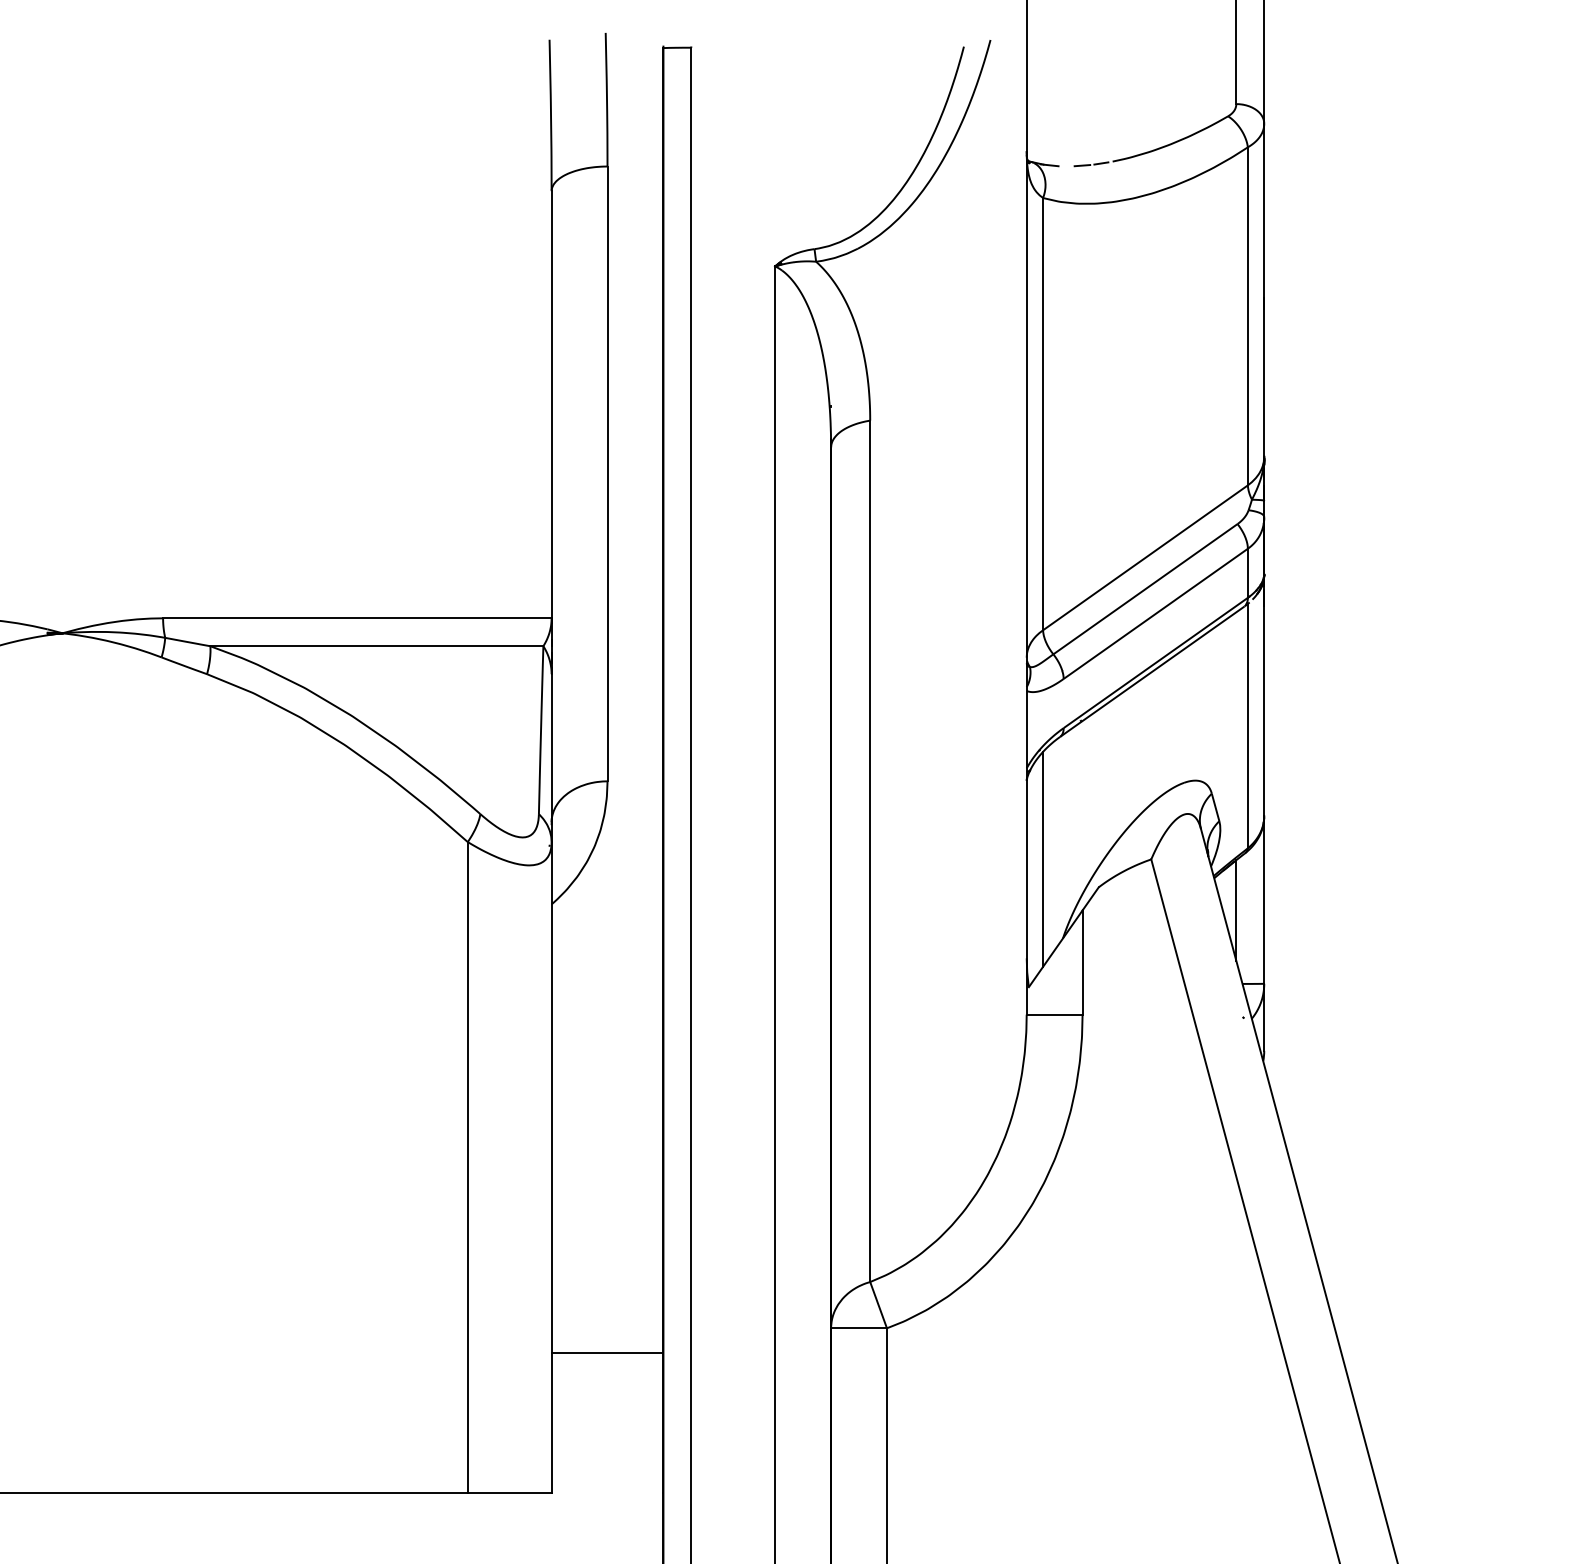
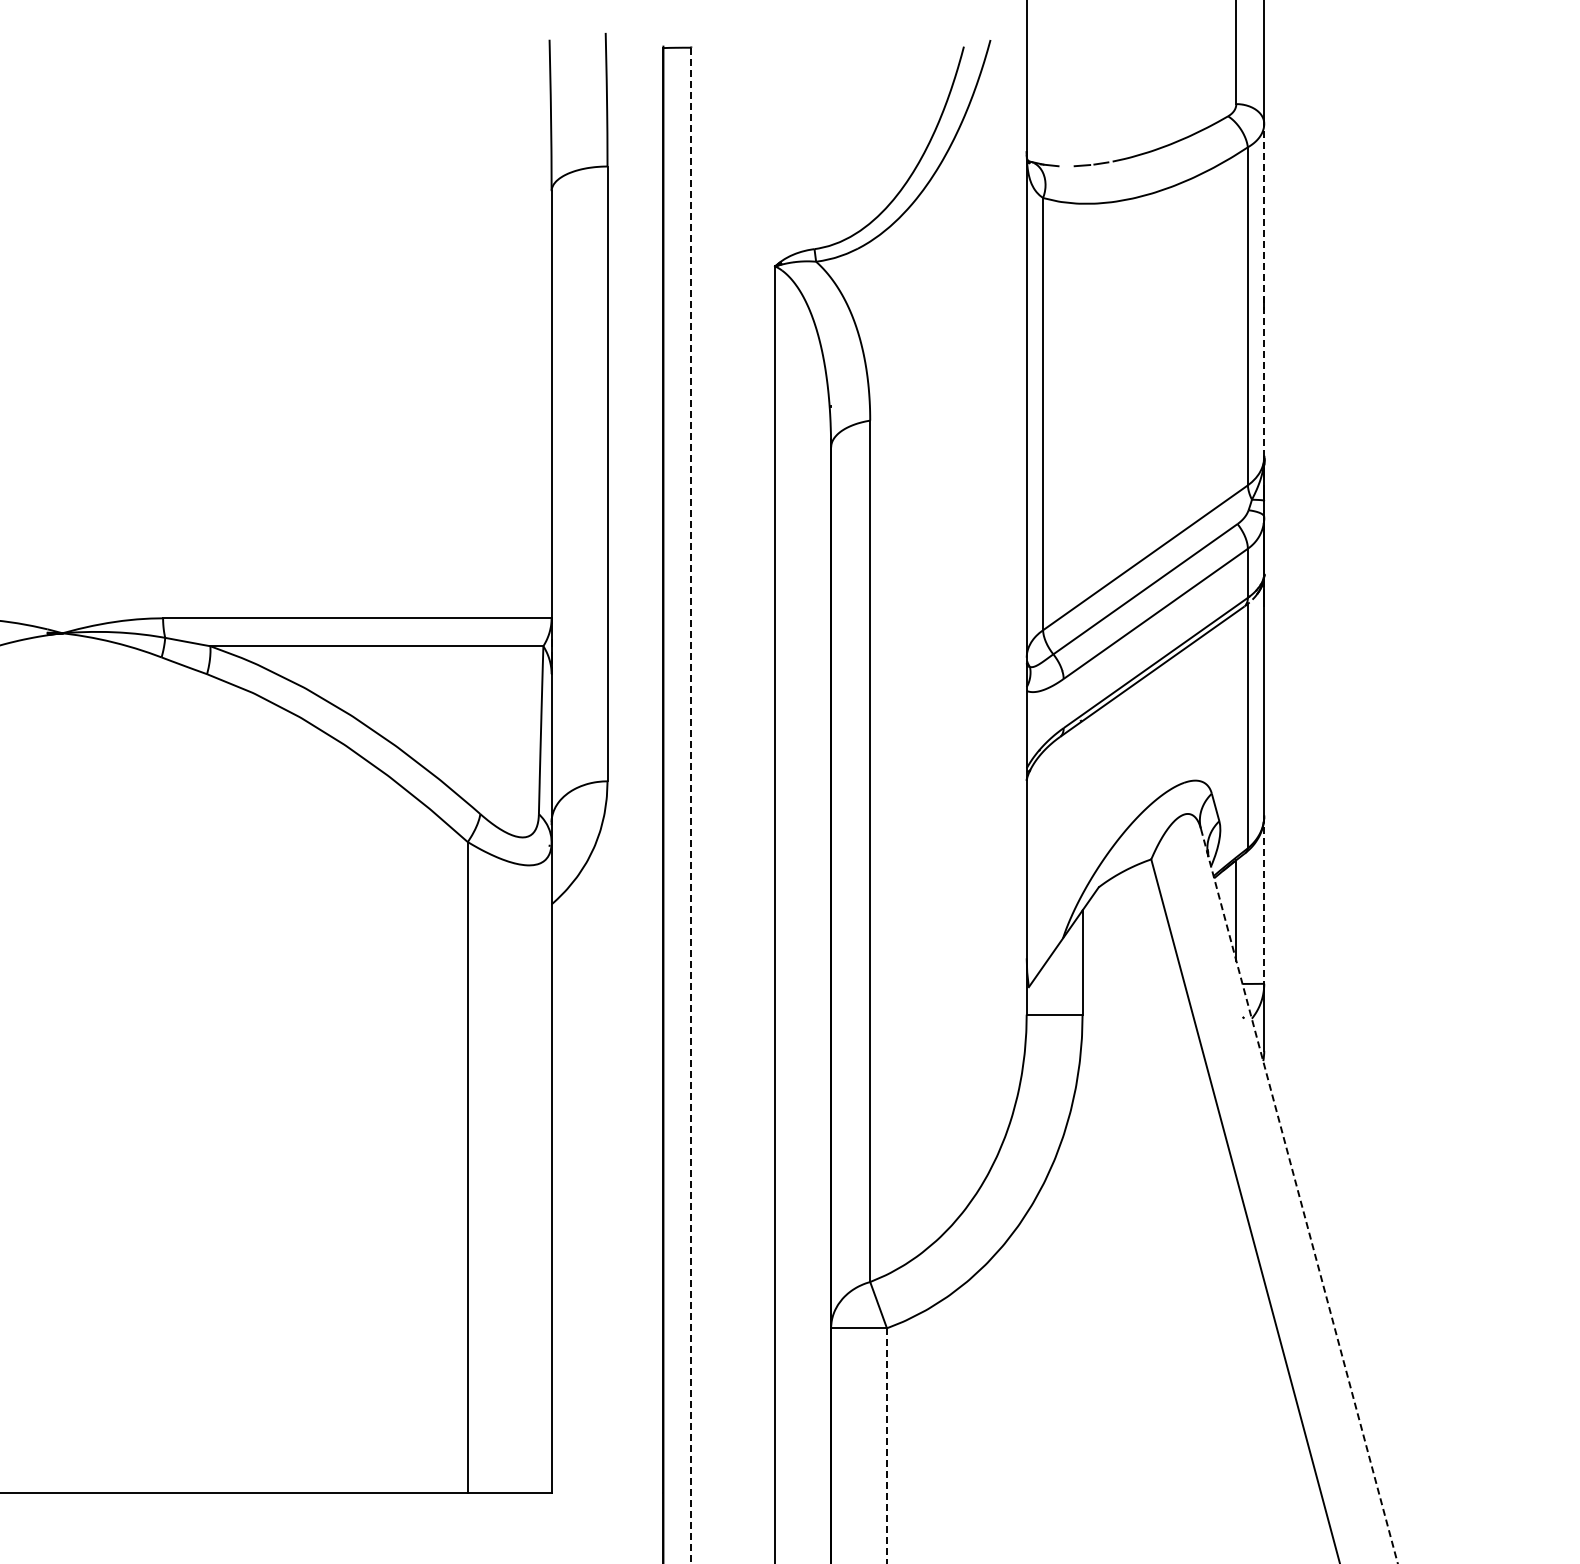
line at (1264, 290): solid -> dashed
line at (691, 805): solid -> dashed
line at (1043, 858): present -> none
line at (1264, 900): solid -> dashed
line at (1299, 1196): solid -> dashed
line at (607, 1353): present -> none
line at (886, 1446): solid -> dashed
